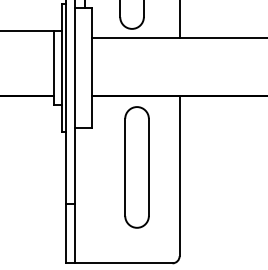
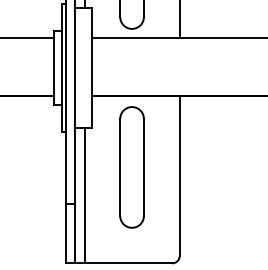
line at (28, 30) position: (28, 30) -> (28, 37)
part at (136, 167) position: (136, 167) -> (131, 167)
line at (84, 195): none -> present
